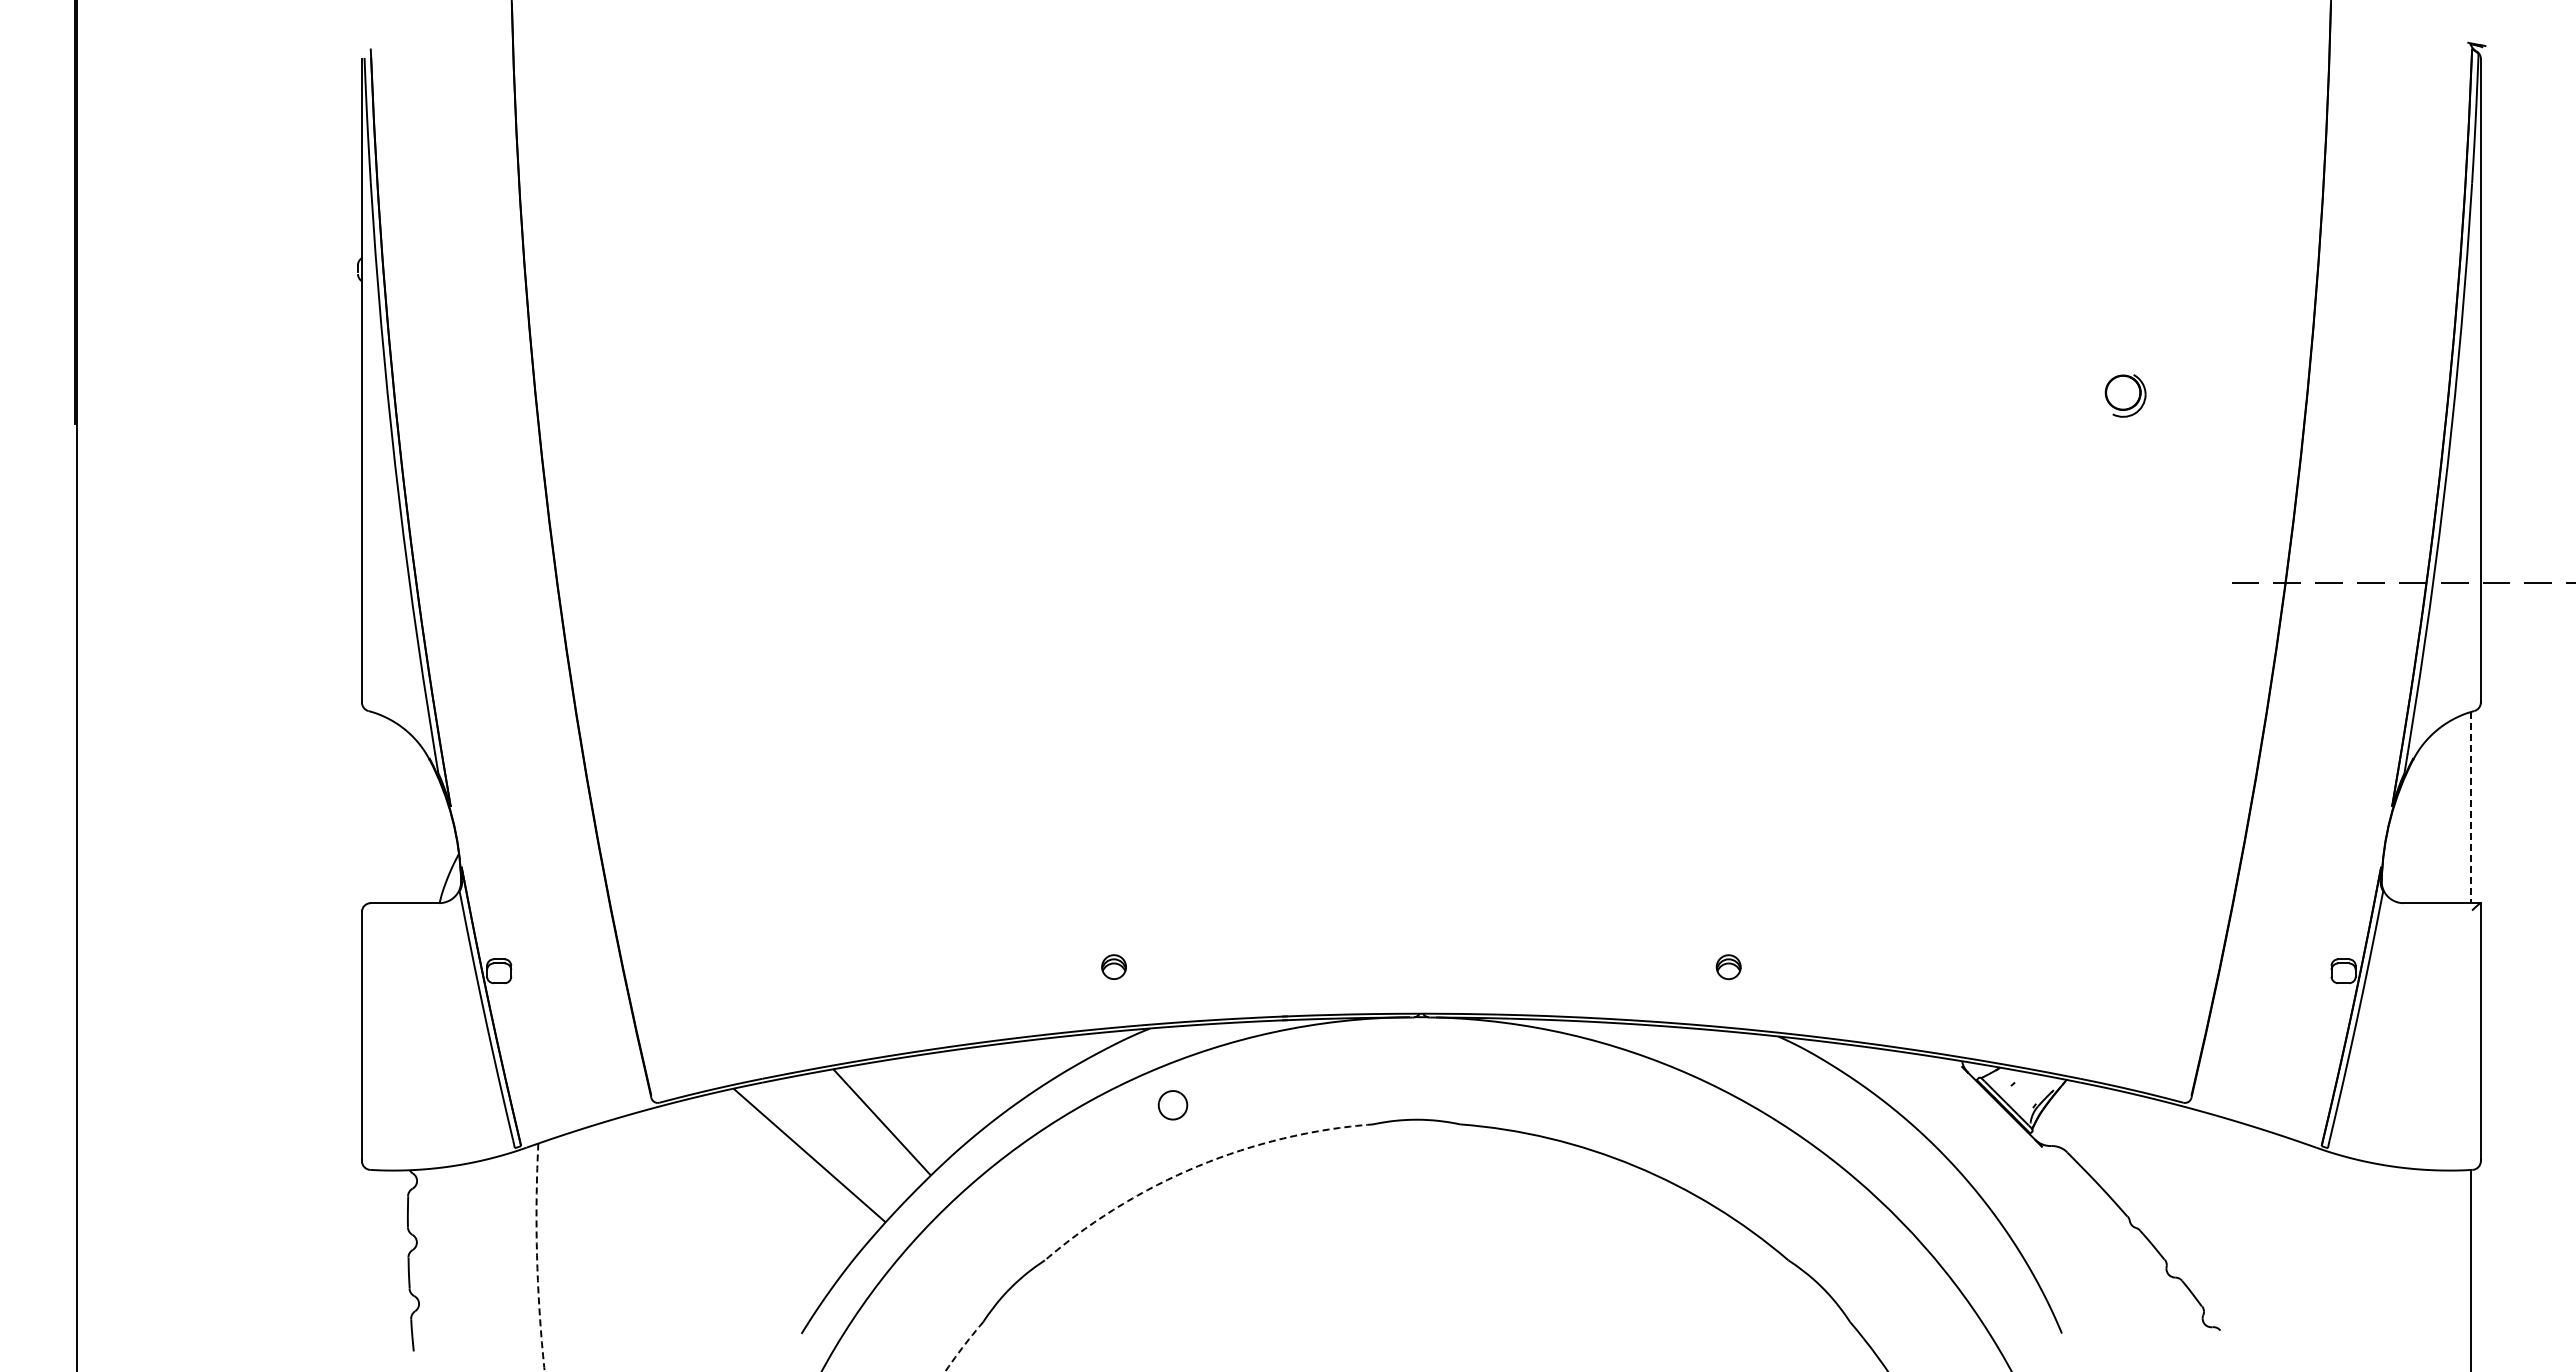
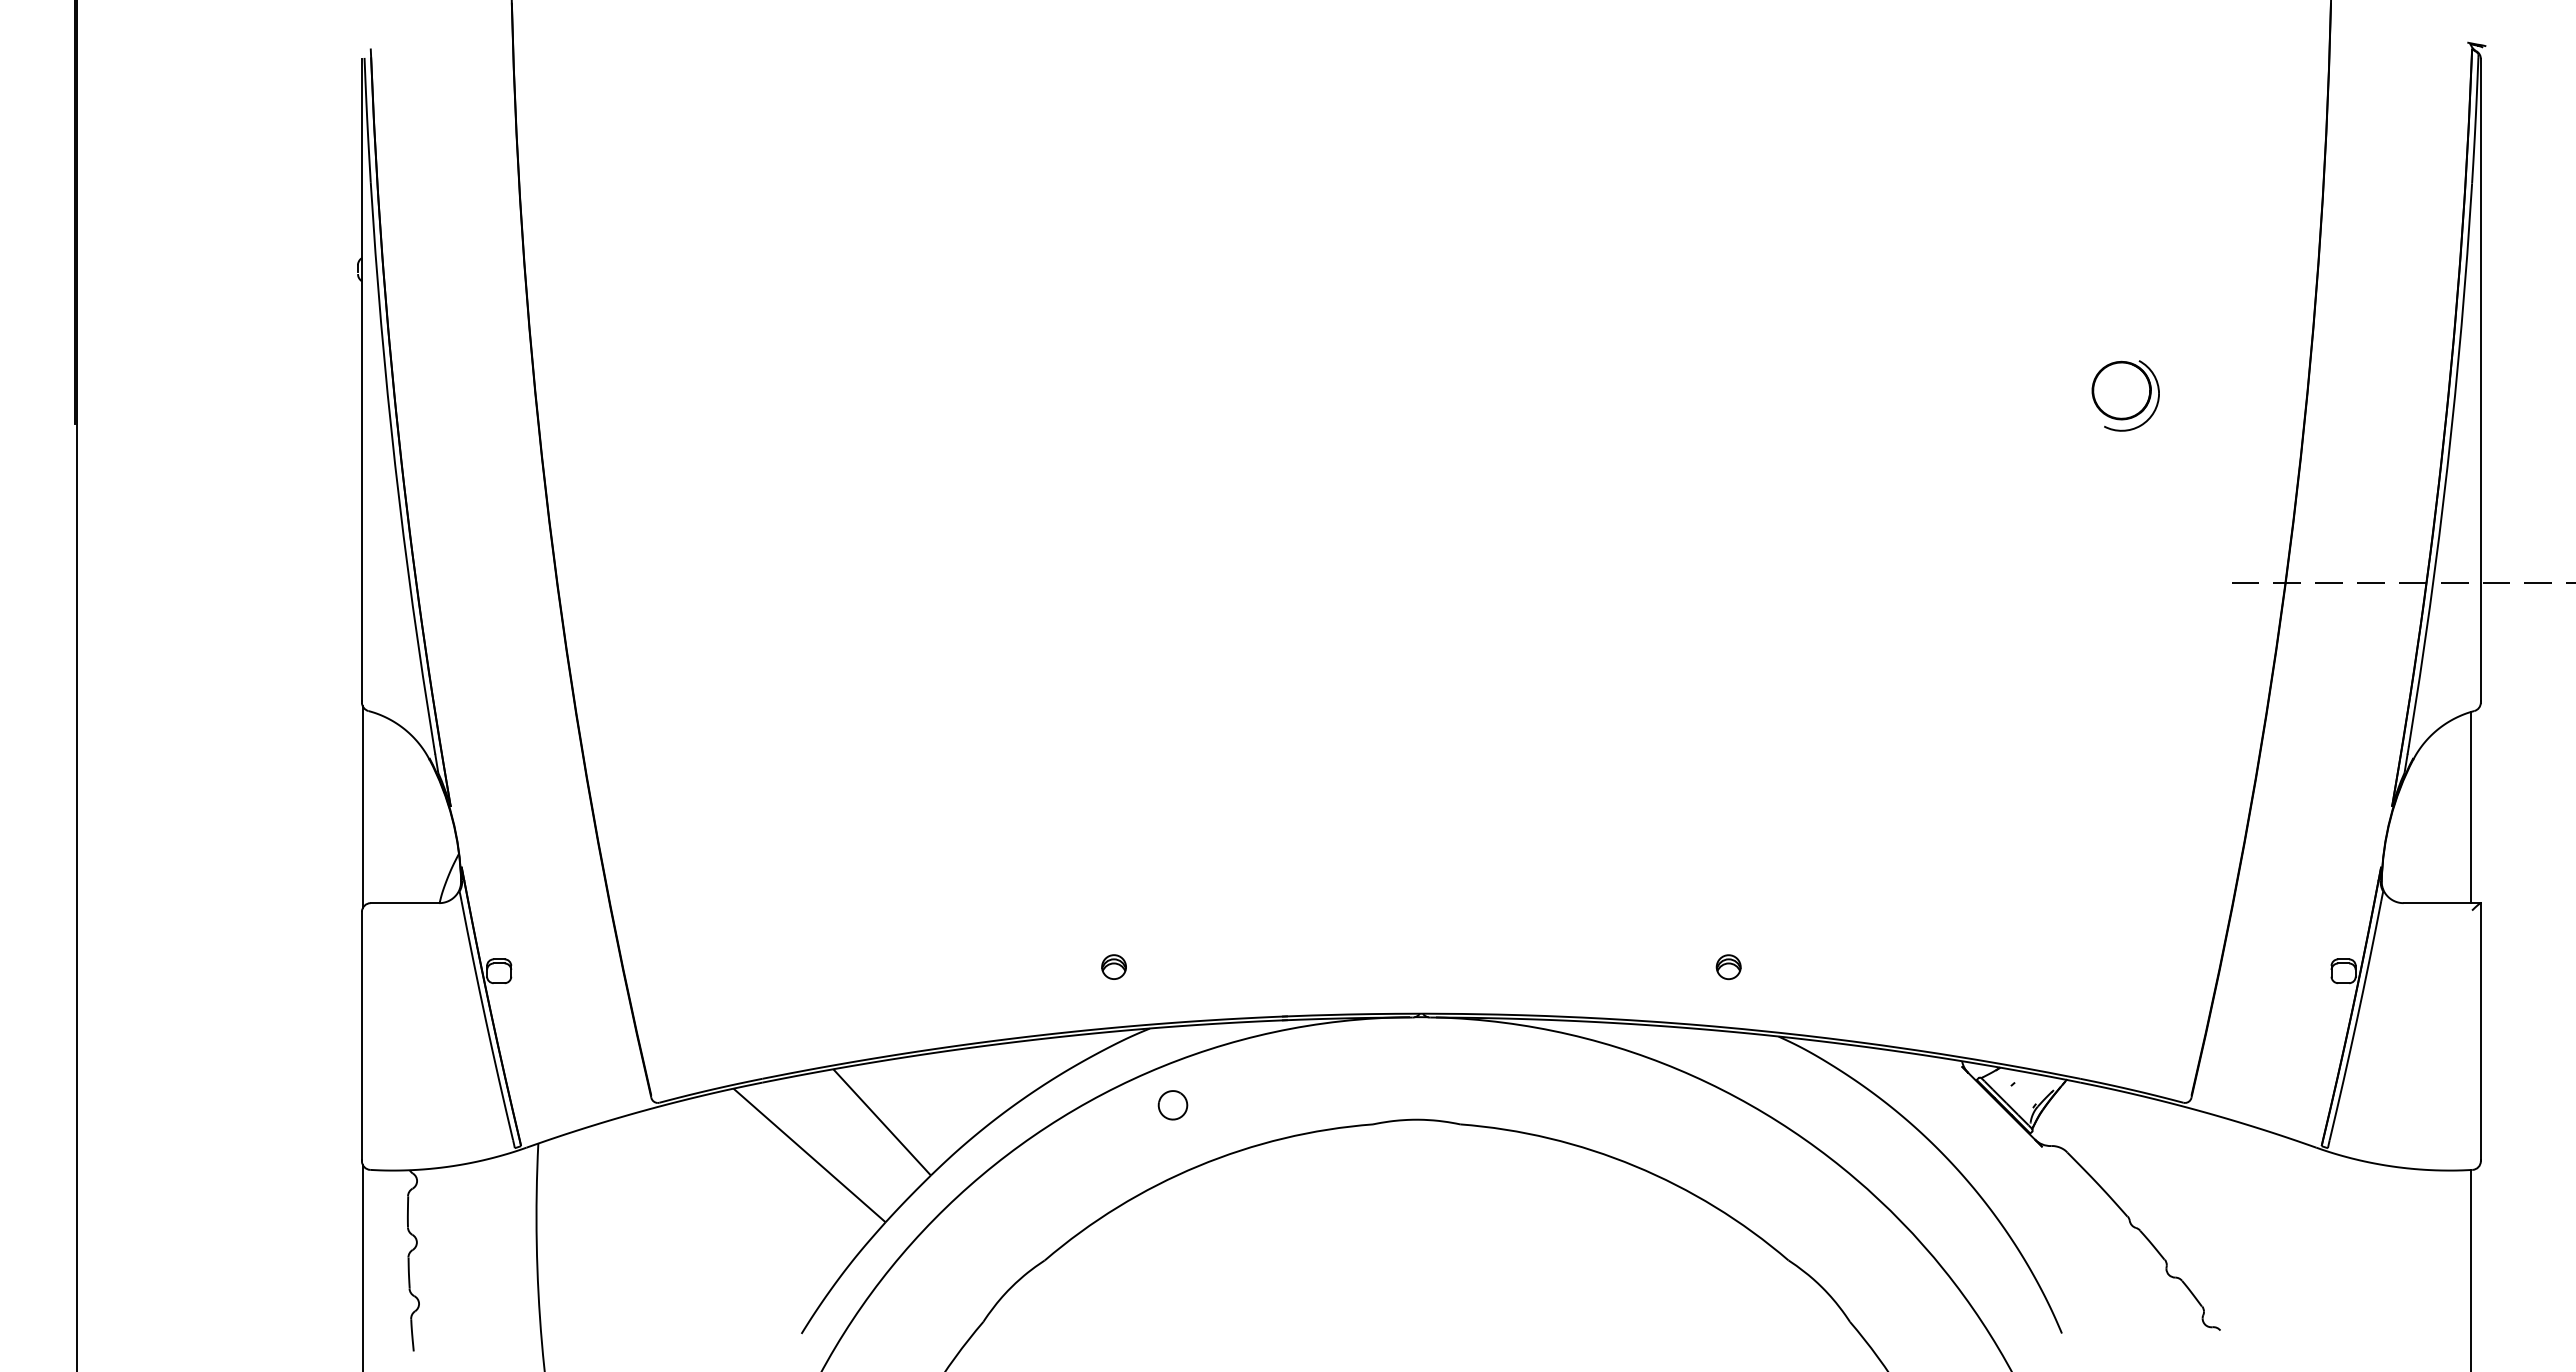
part at (2125, 395) size: 43x44 px -> 69x72 px
line at (362, 807): none -> present
line at (2470, 807): dashed -> solid
arc at (1198, 1166): dashed -> solid
arc at (537, 1258): dashed -> solid
line at (362, 1266): none -> present
arc at (963, 1346): dashed -> solid
